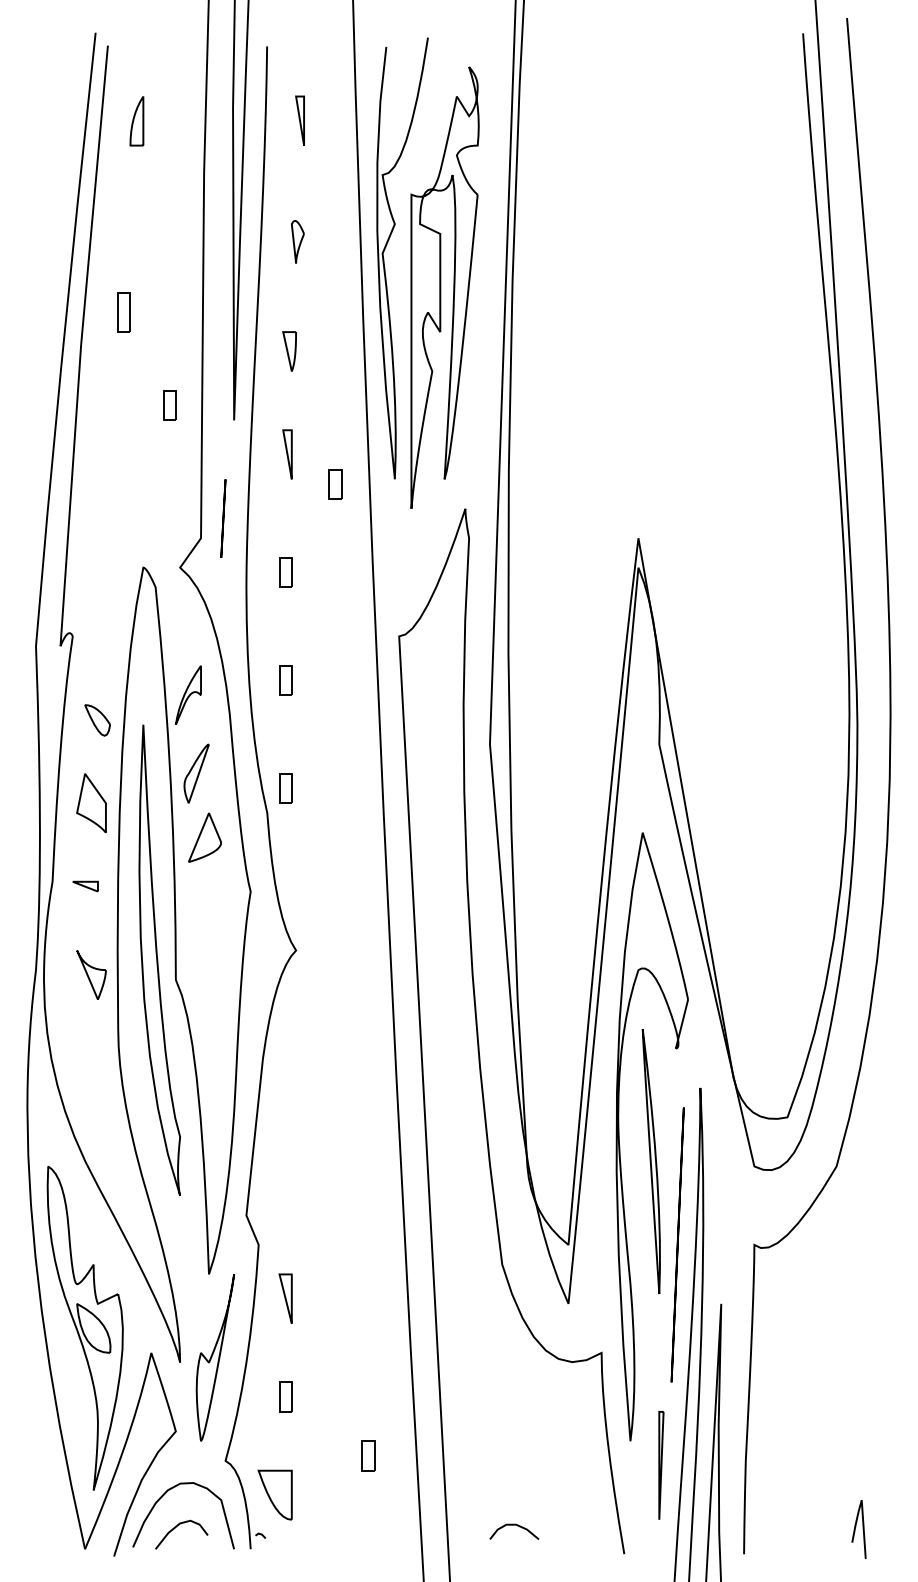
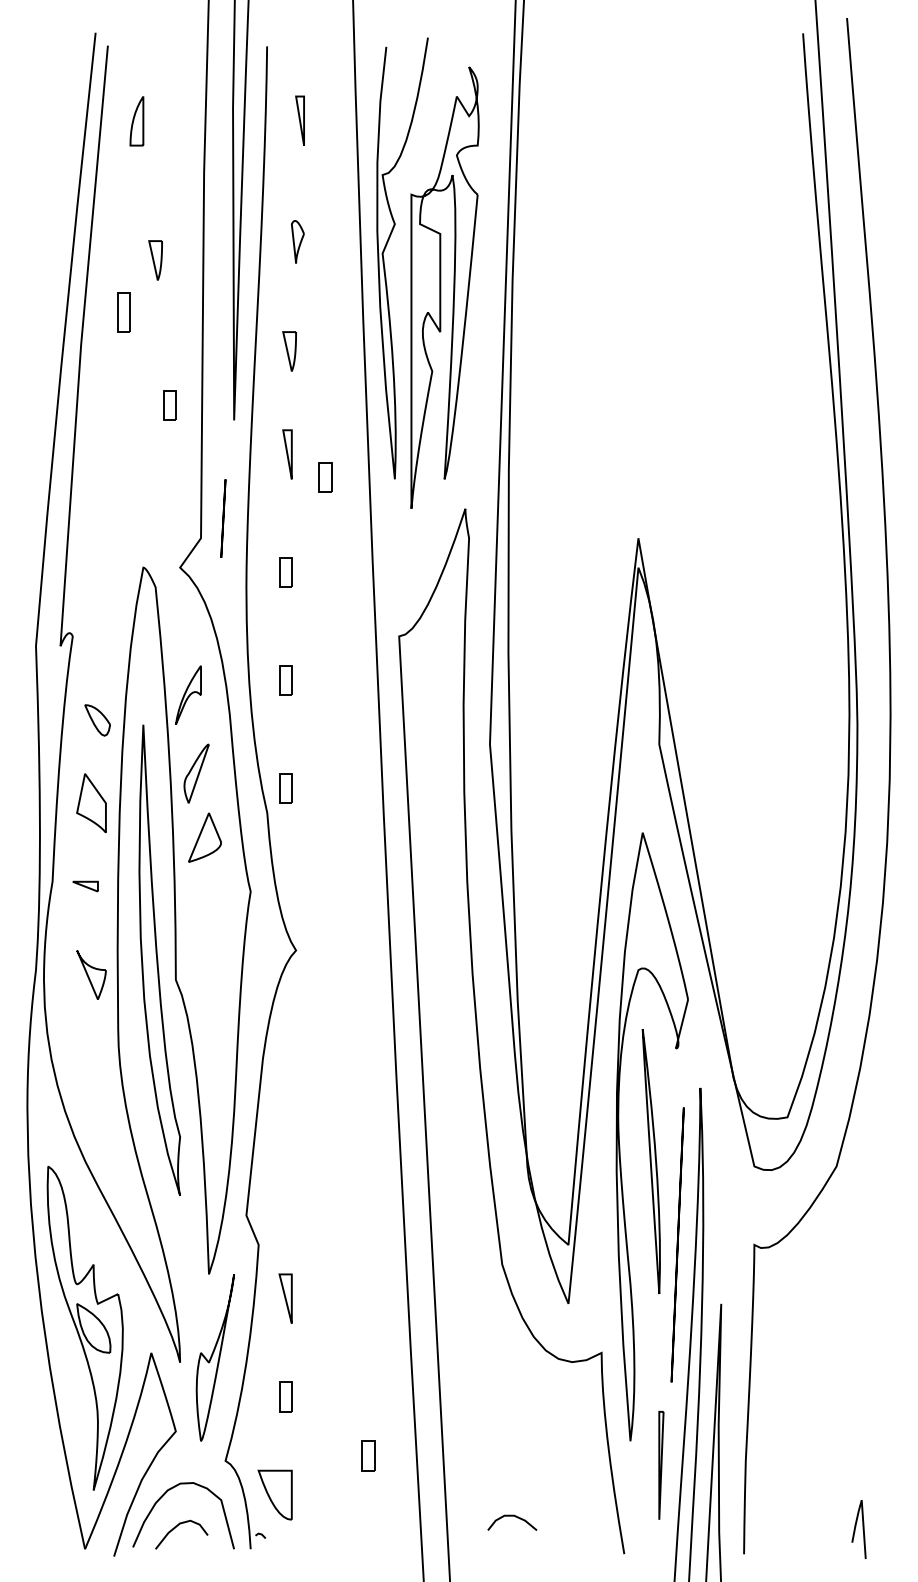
part at (155, 260): none -> present
part at (335, 484) position: (335, 484) -> (325, 477)
curve at (517, 1526) position: (517, 1526) -> (515, 1517)
